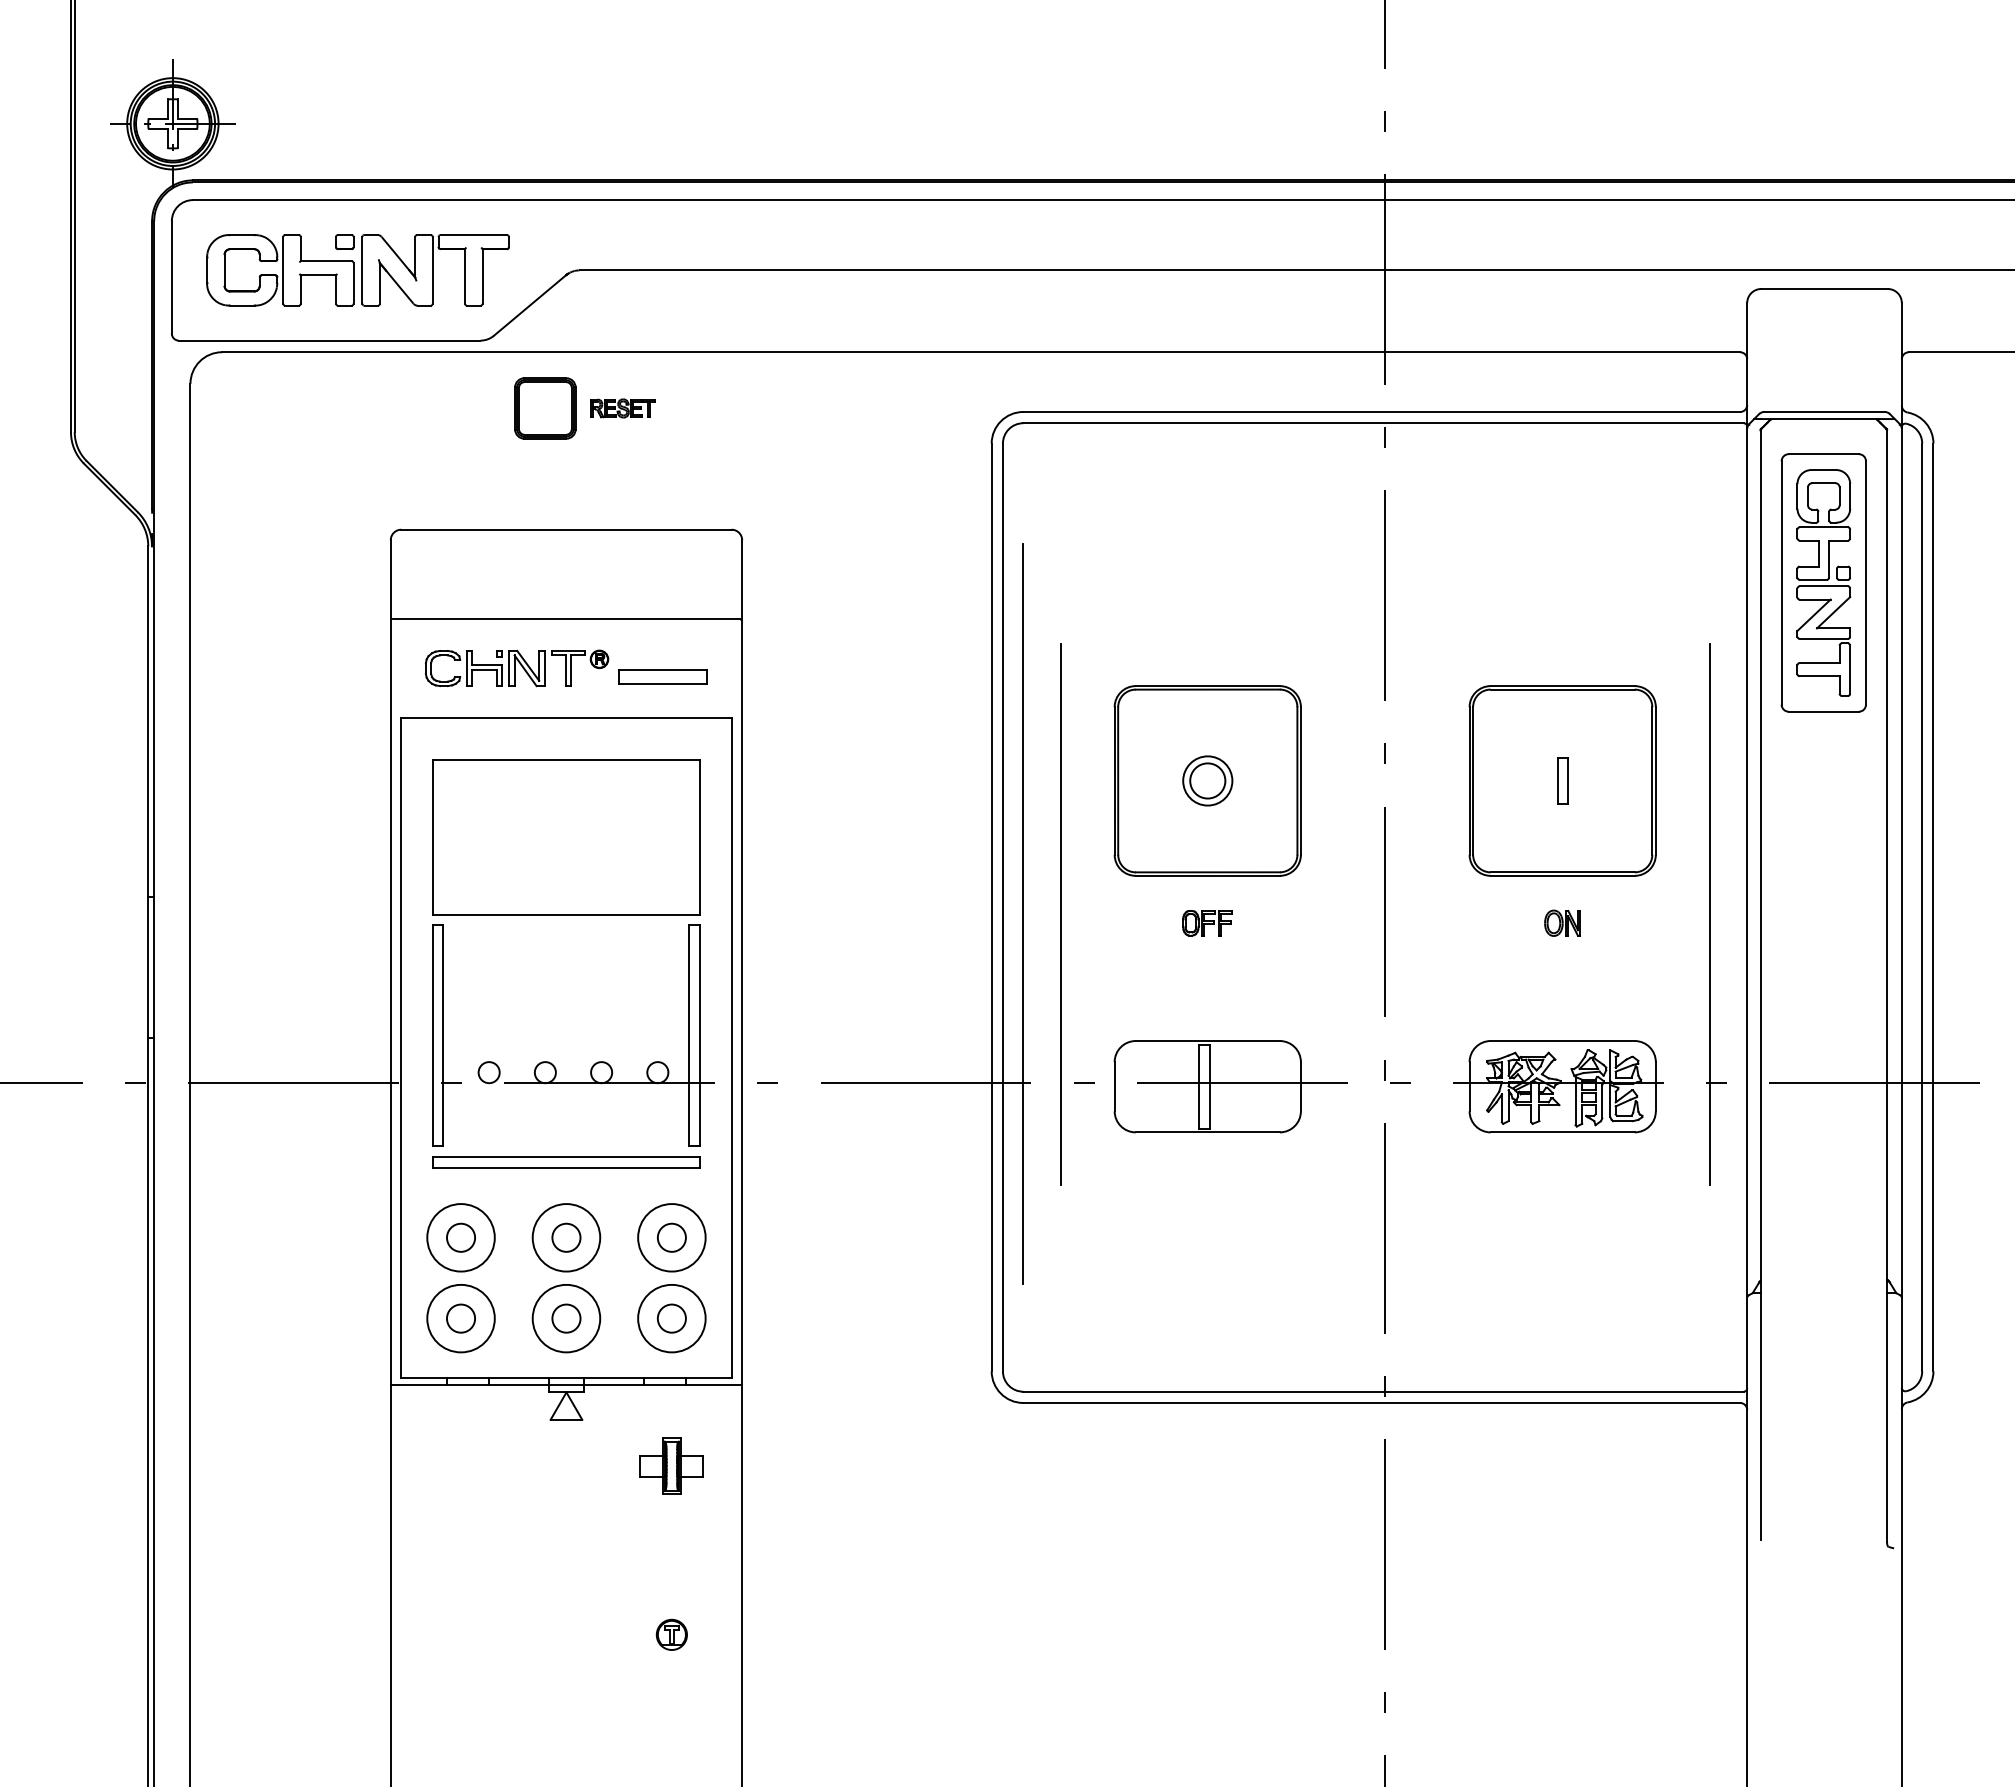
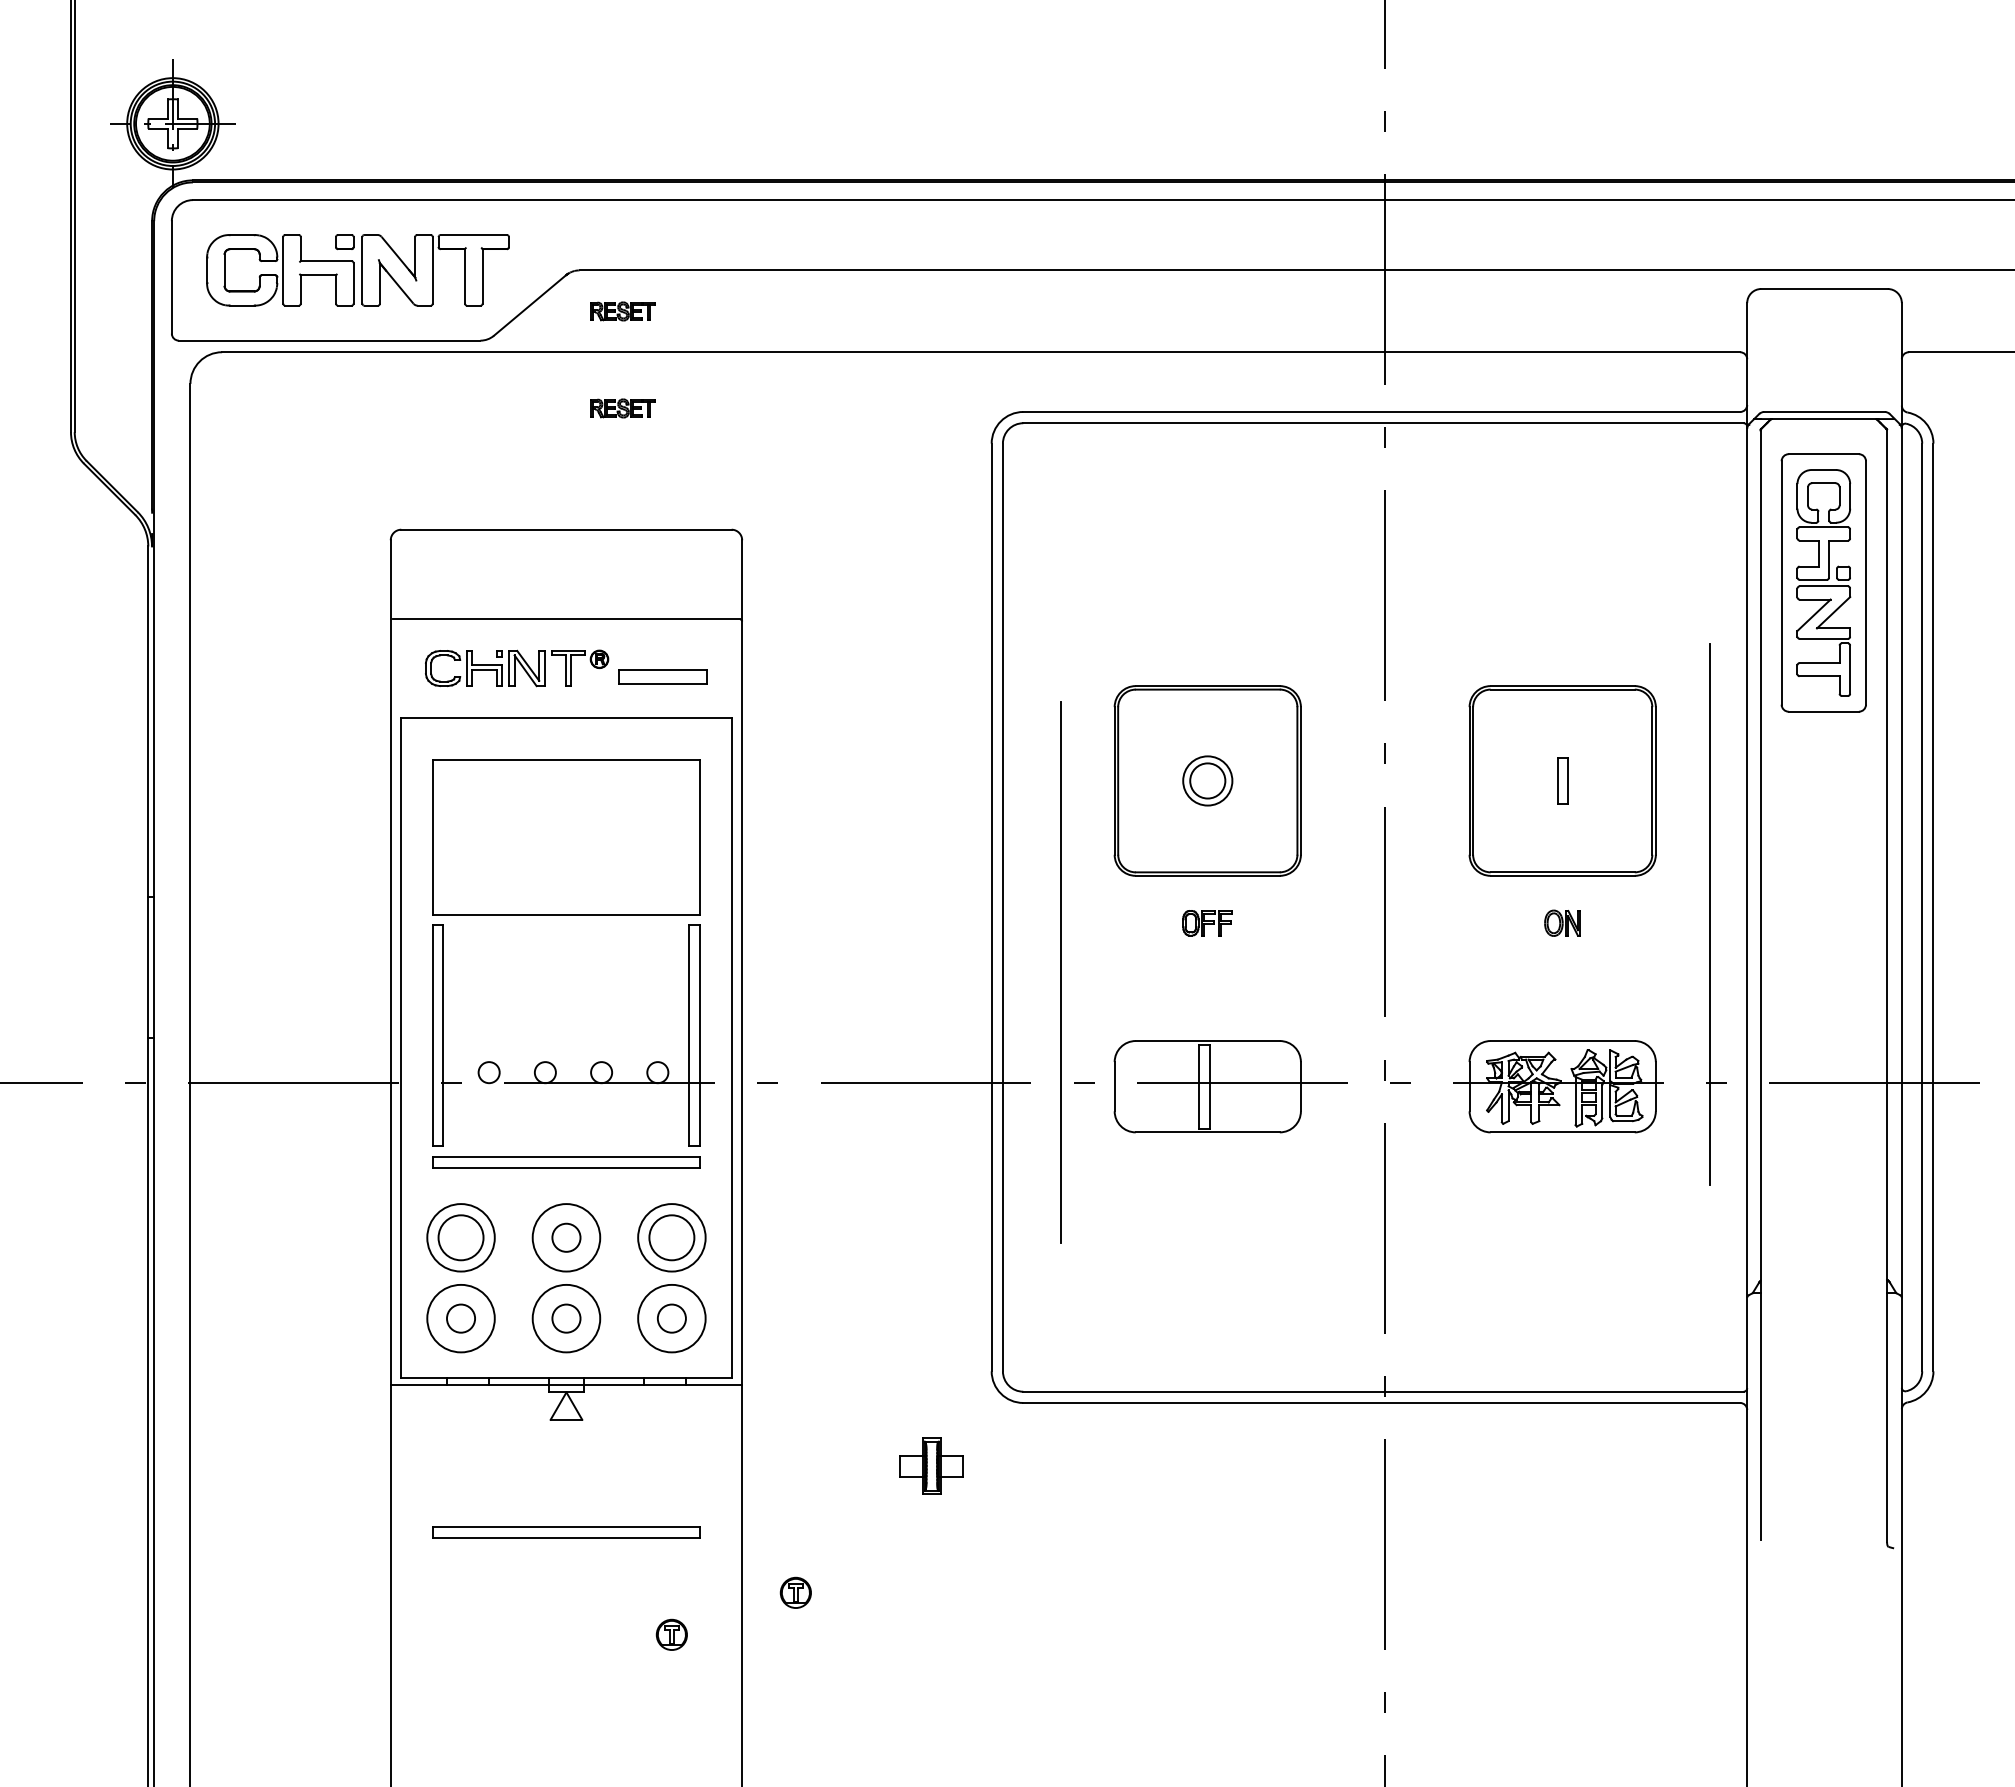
part at (622, 311): none -> present
part at (545, 408): present -> none
line at (1023, 913): present -> none
line at (1060, 914) position: (1060, 914) -> (1060, 972)
circle at (461, 1237) diameter: 28 px -> 45 px
circle at (671, 1237) diameter: 28 px -> 45 px
part at (671, 1465) position: (671, 1465) -> (931, 1465)
part at (566, 1532): none -> present
part at (795, 1592): none -> present
